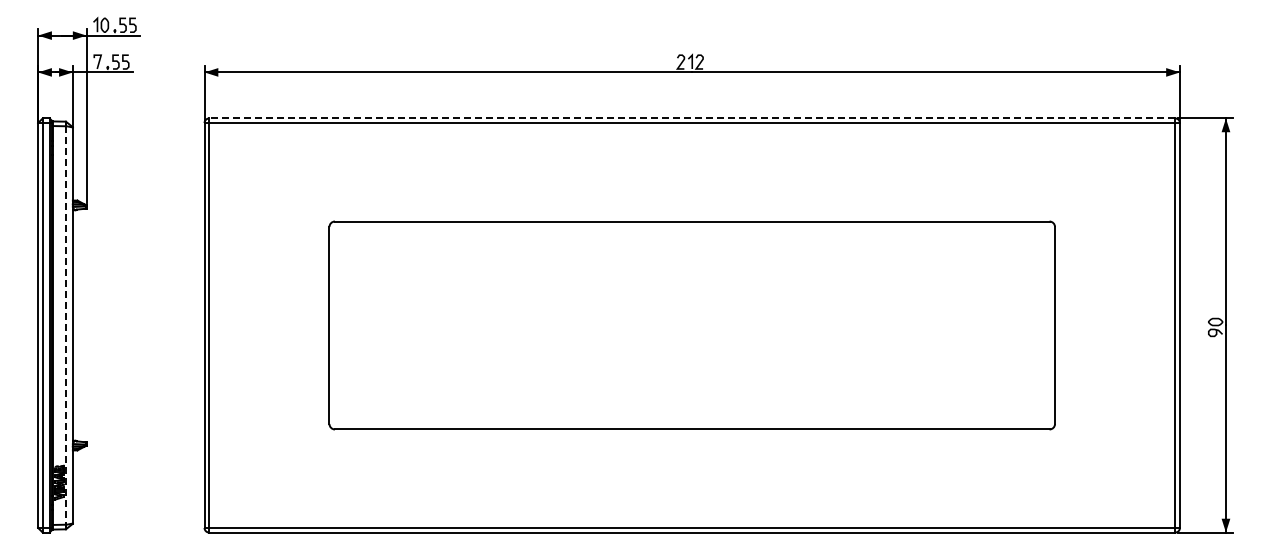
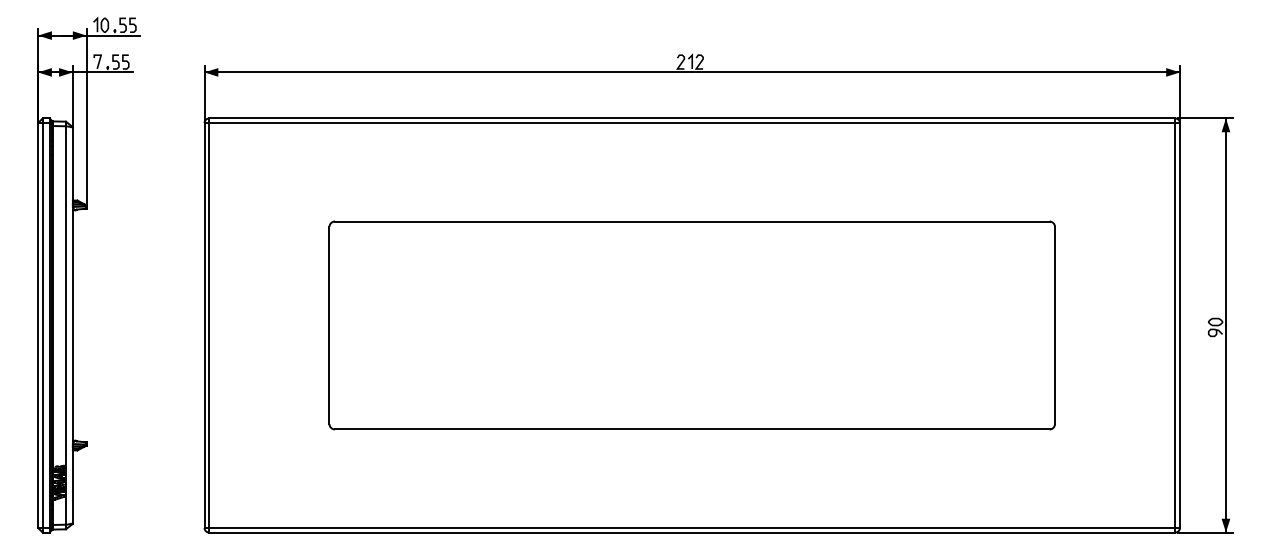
line at (691, 118): dashed -> solid
line at (65, 326): dashed -> solid
